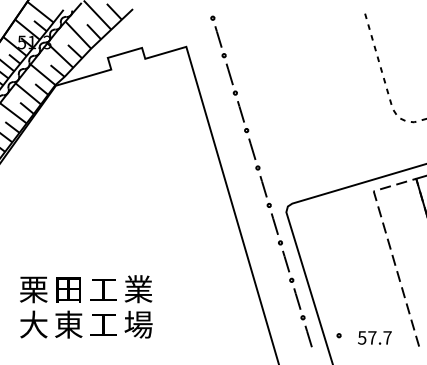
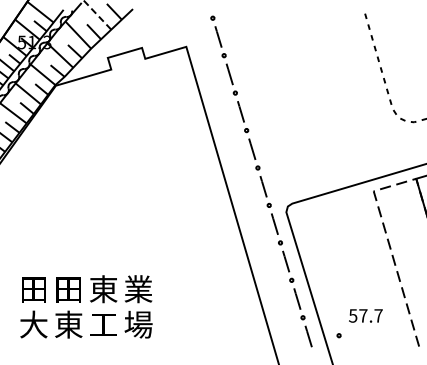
line at (97, 14): solid -> dashed
text at (33, 289): 栗 -> 田
text at (103, 289): 工 -> 東
text at (374, 337) position: (374, 337) -> (365, 315)
